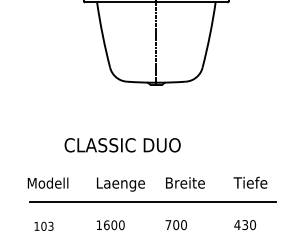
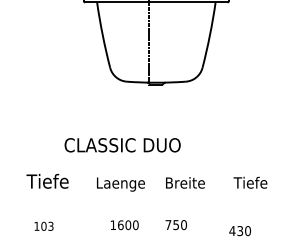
line at (156, 43) position: (156, 43) -> (149, 43)
text at (47, 180): Modell -> Tiefe
line at (152, 202): present -> none
text at (110, 225) position: (110, 225) -> (124, 225)
text at (176, 225): 700 -> 750
text at (244, 225) position: (244, 225) -> (239, 231)
